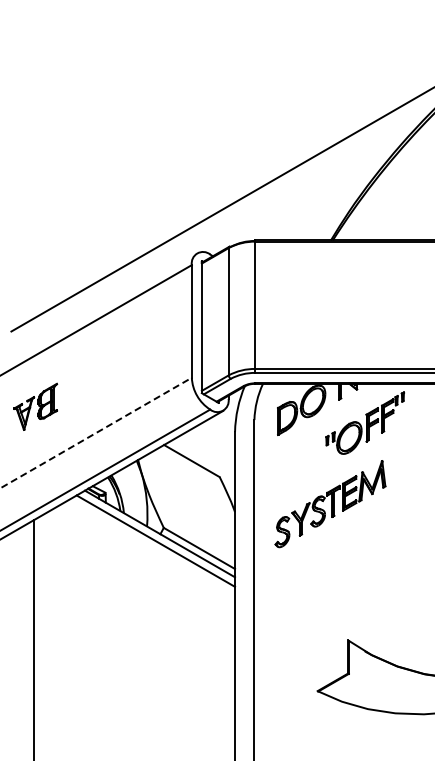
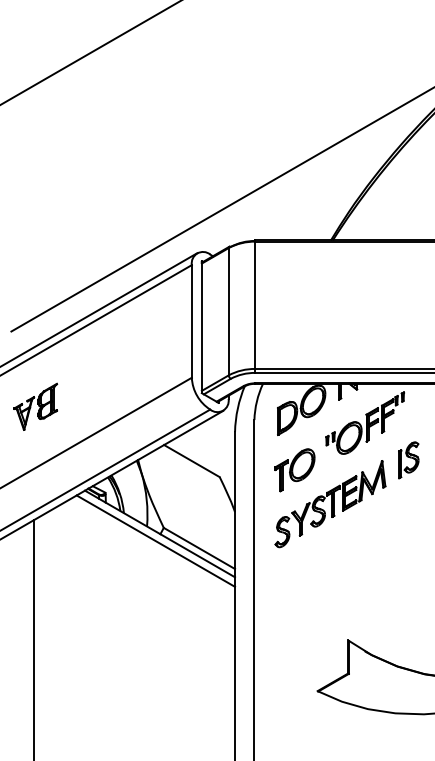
line at (90, 52): none -> present
line at (99, 309): none -> present
line at (96, 432): dashed -> solid
part at (408, 460): none -> present
part at (294, 470): none -> present
